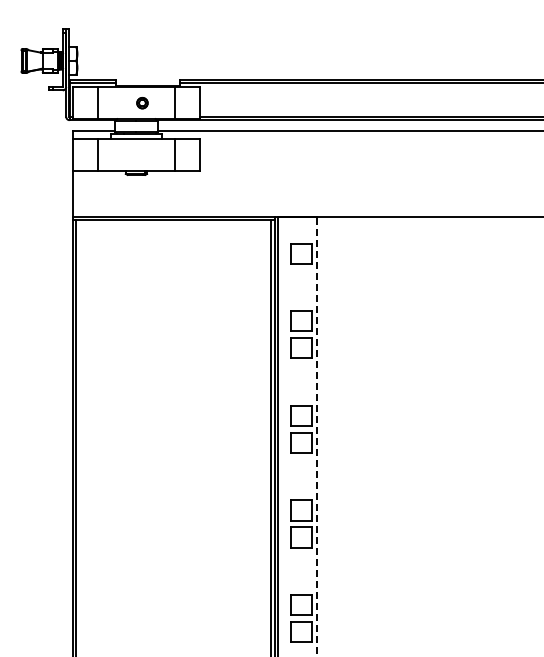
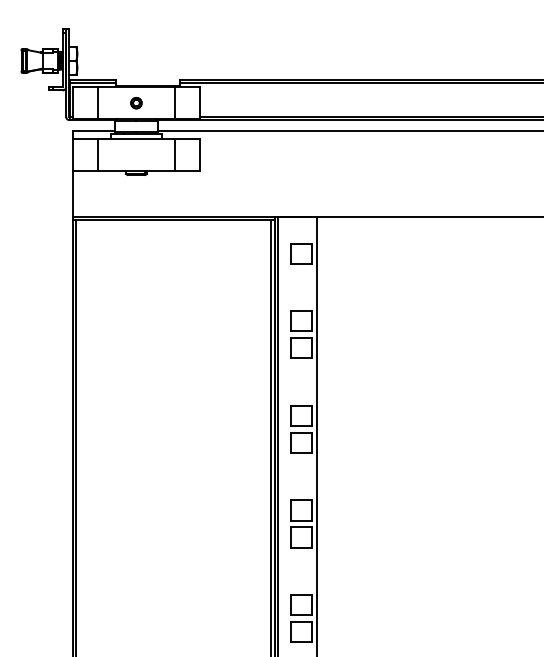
part at (142, 103) position: (142, 103) -> (136, 103)
line at (317, 436): dashed -> solid
